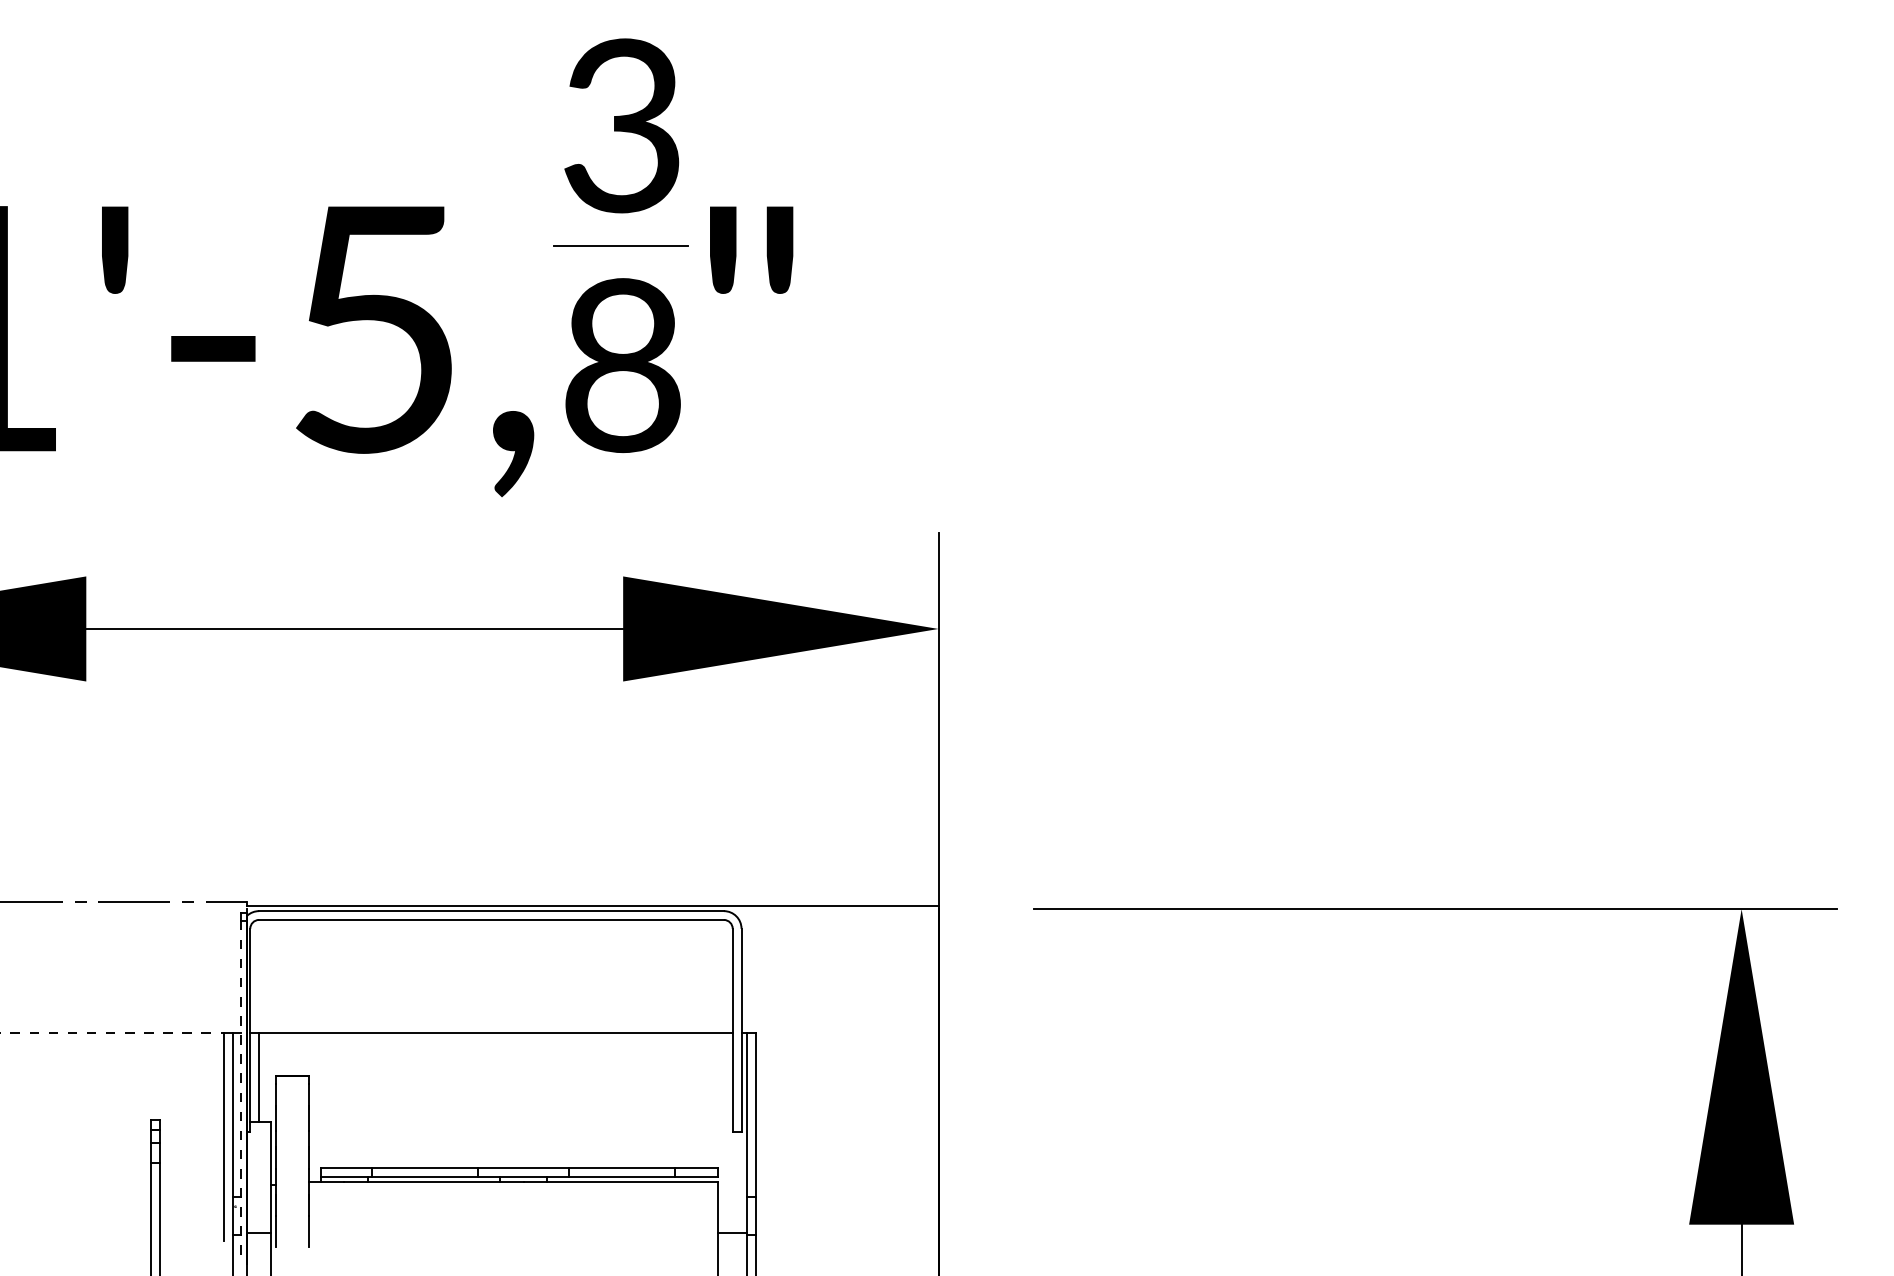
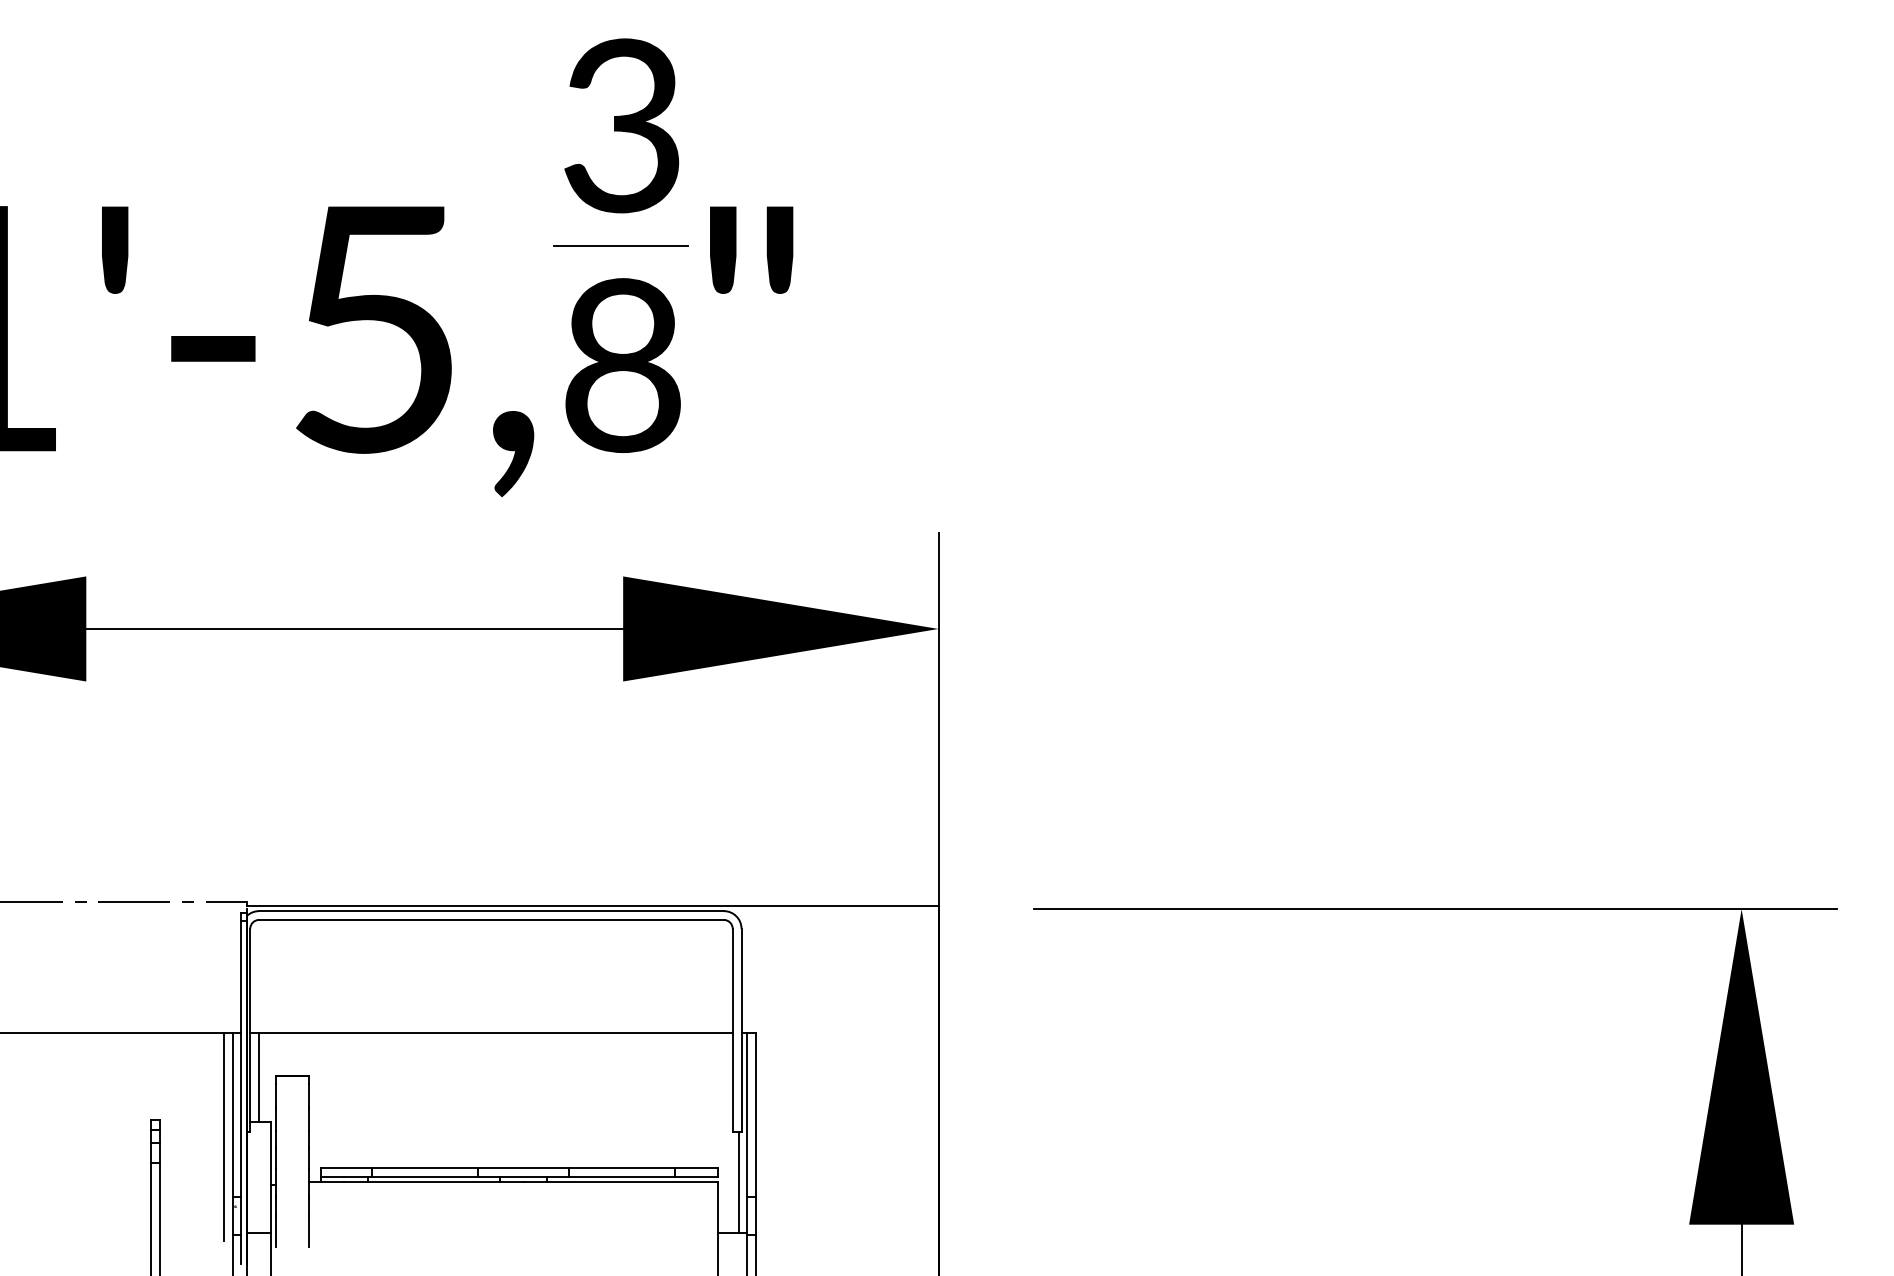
line at (111, 1033): dashed -> solid
line at (241, 1092): dashed -> solid
line at (738, 1182): none -> present
